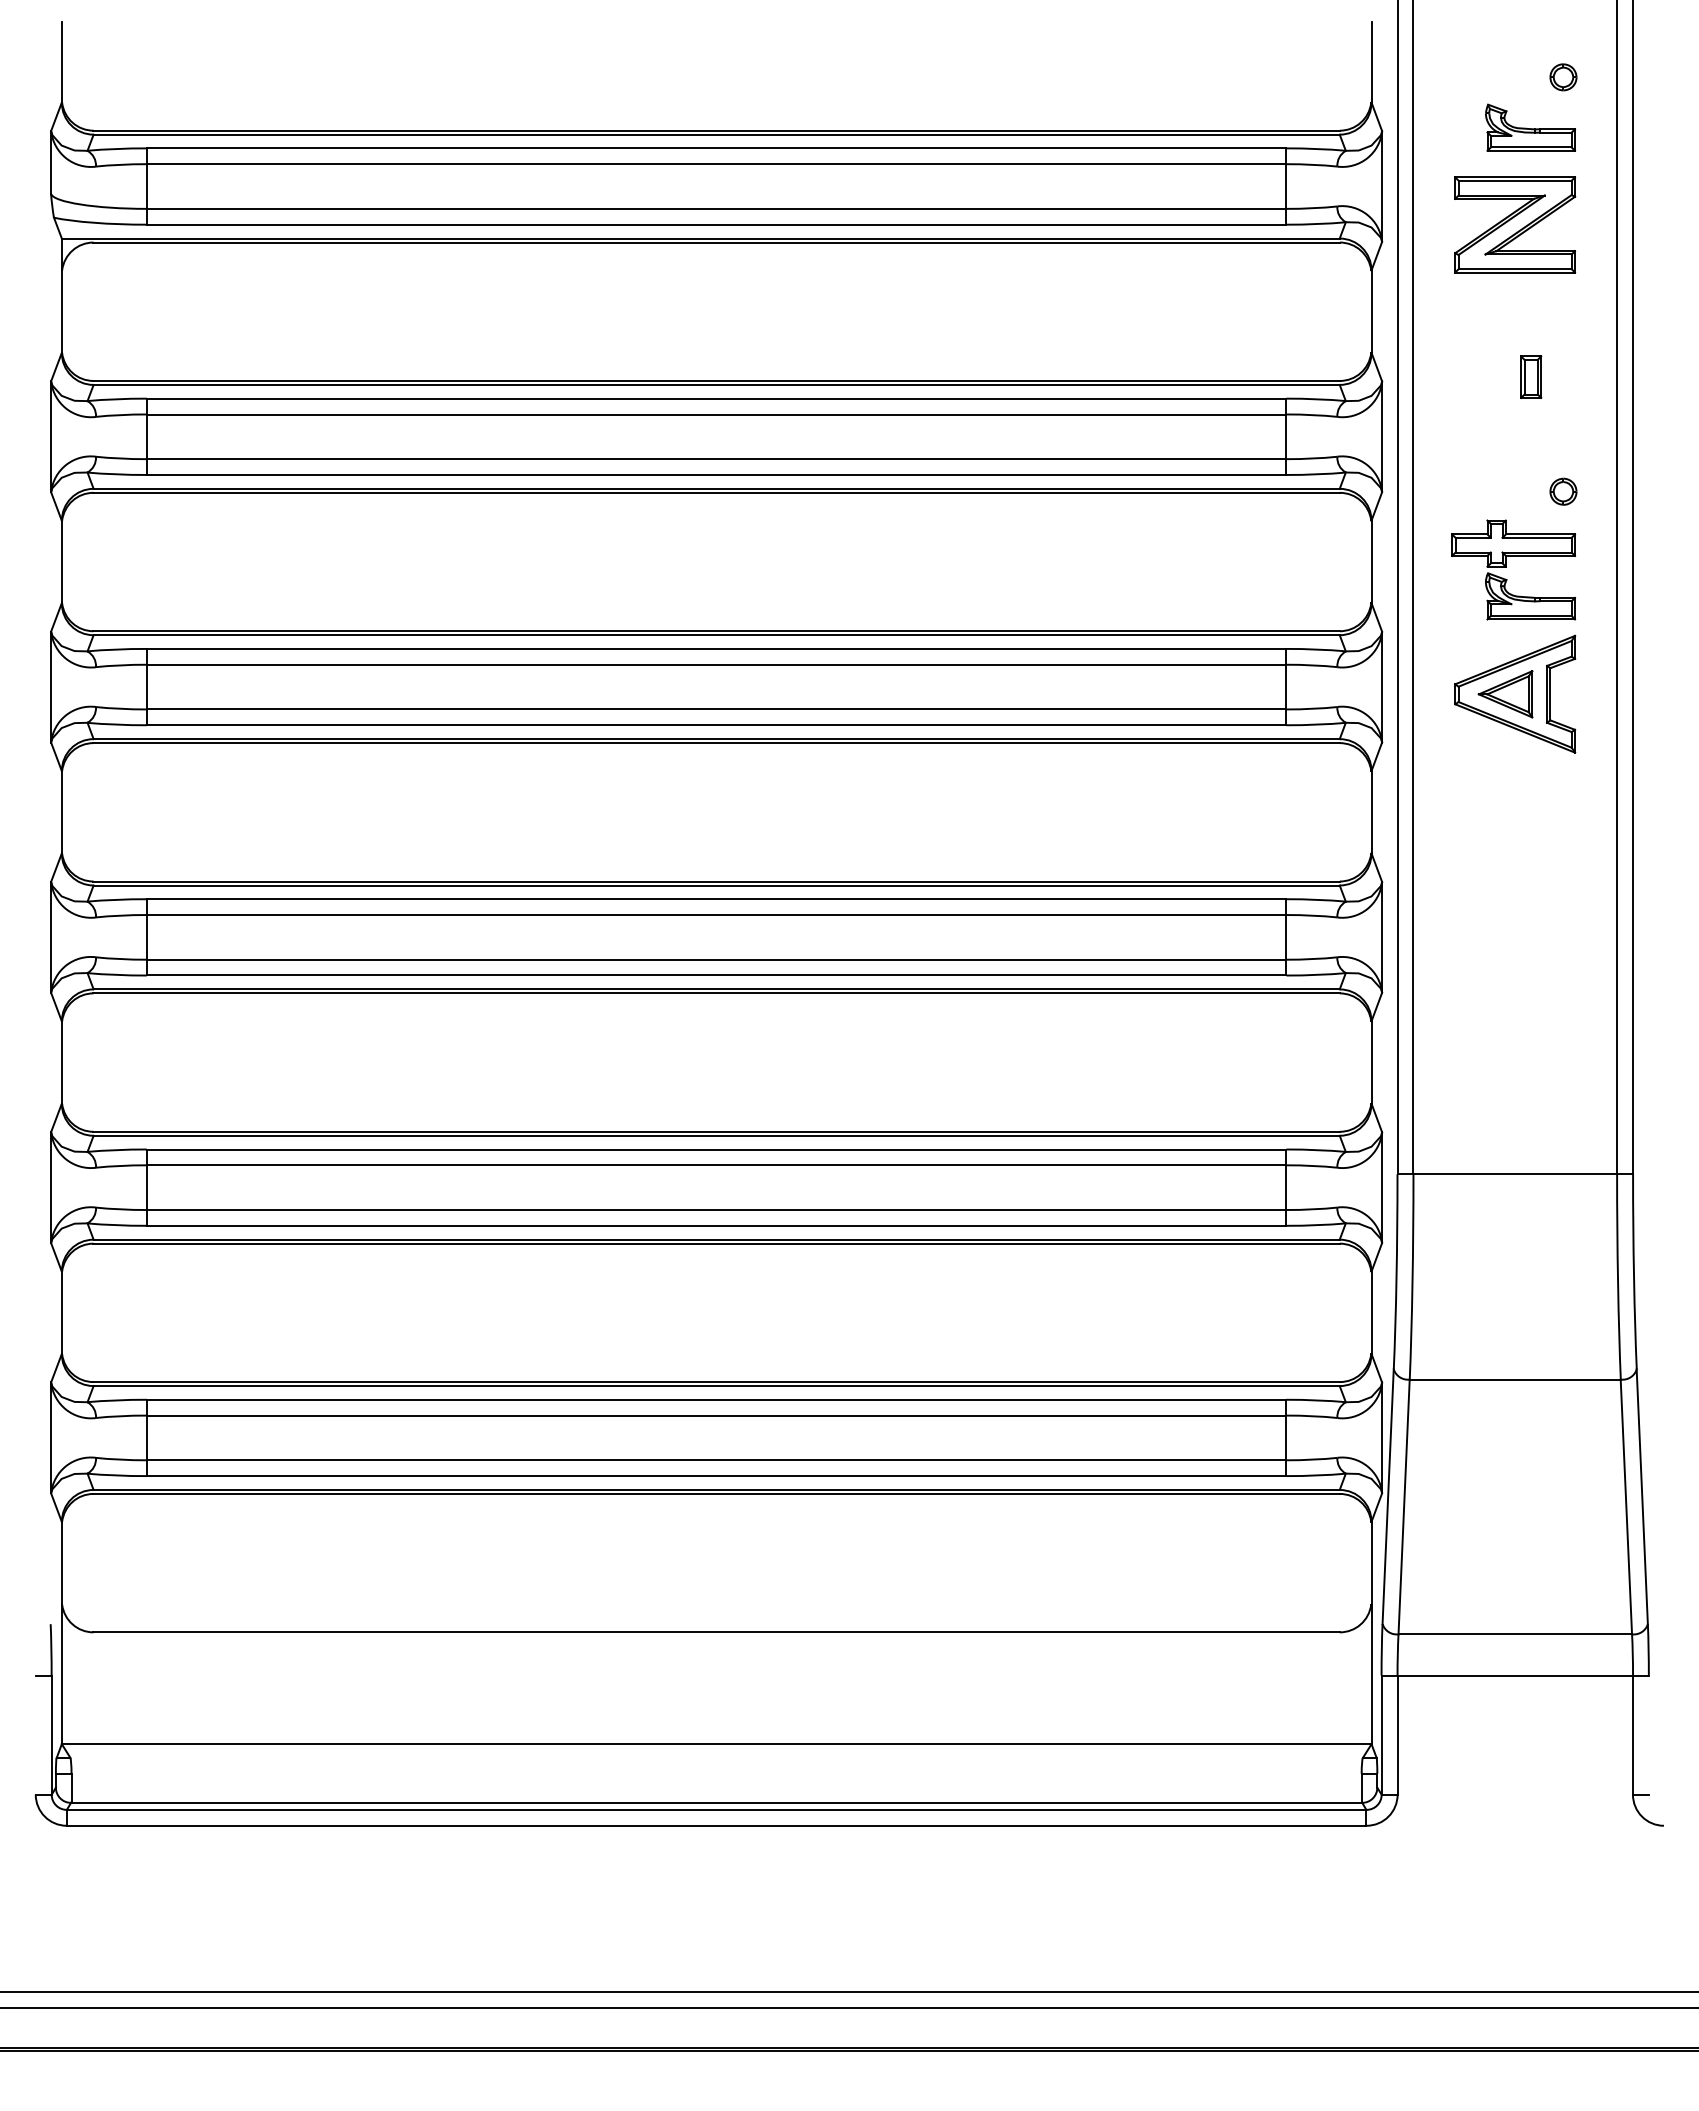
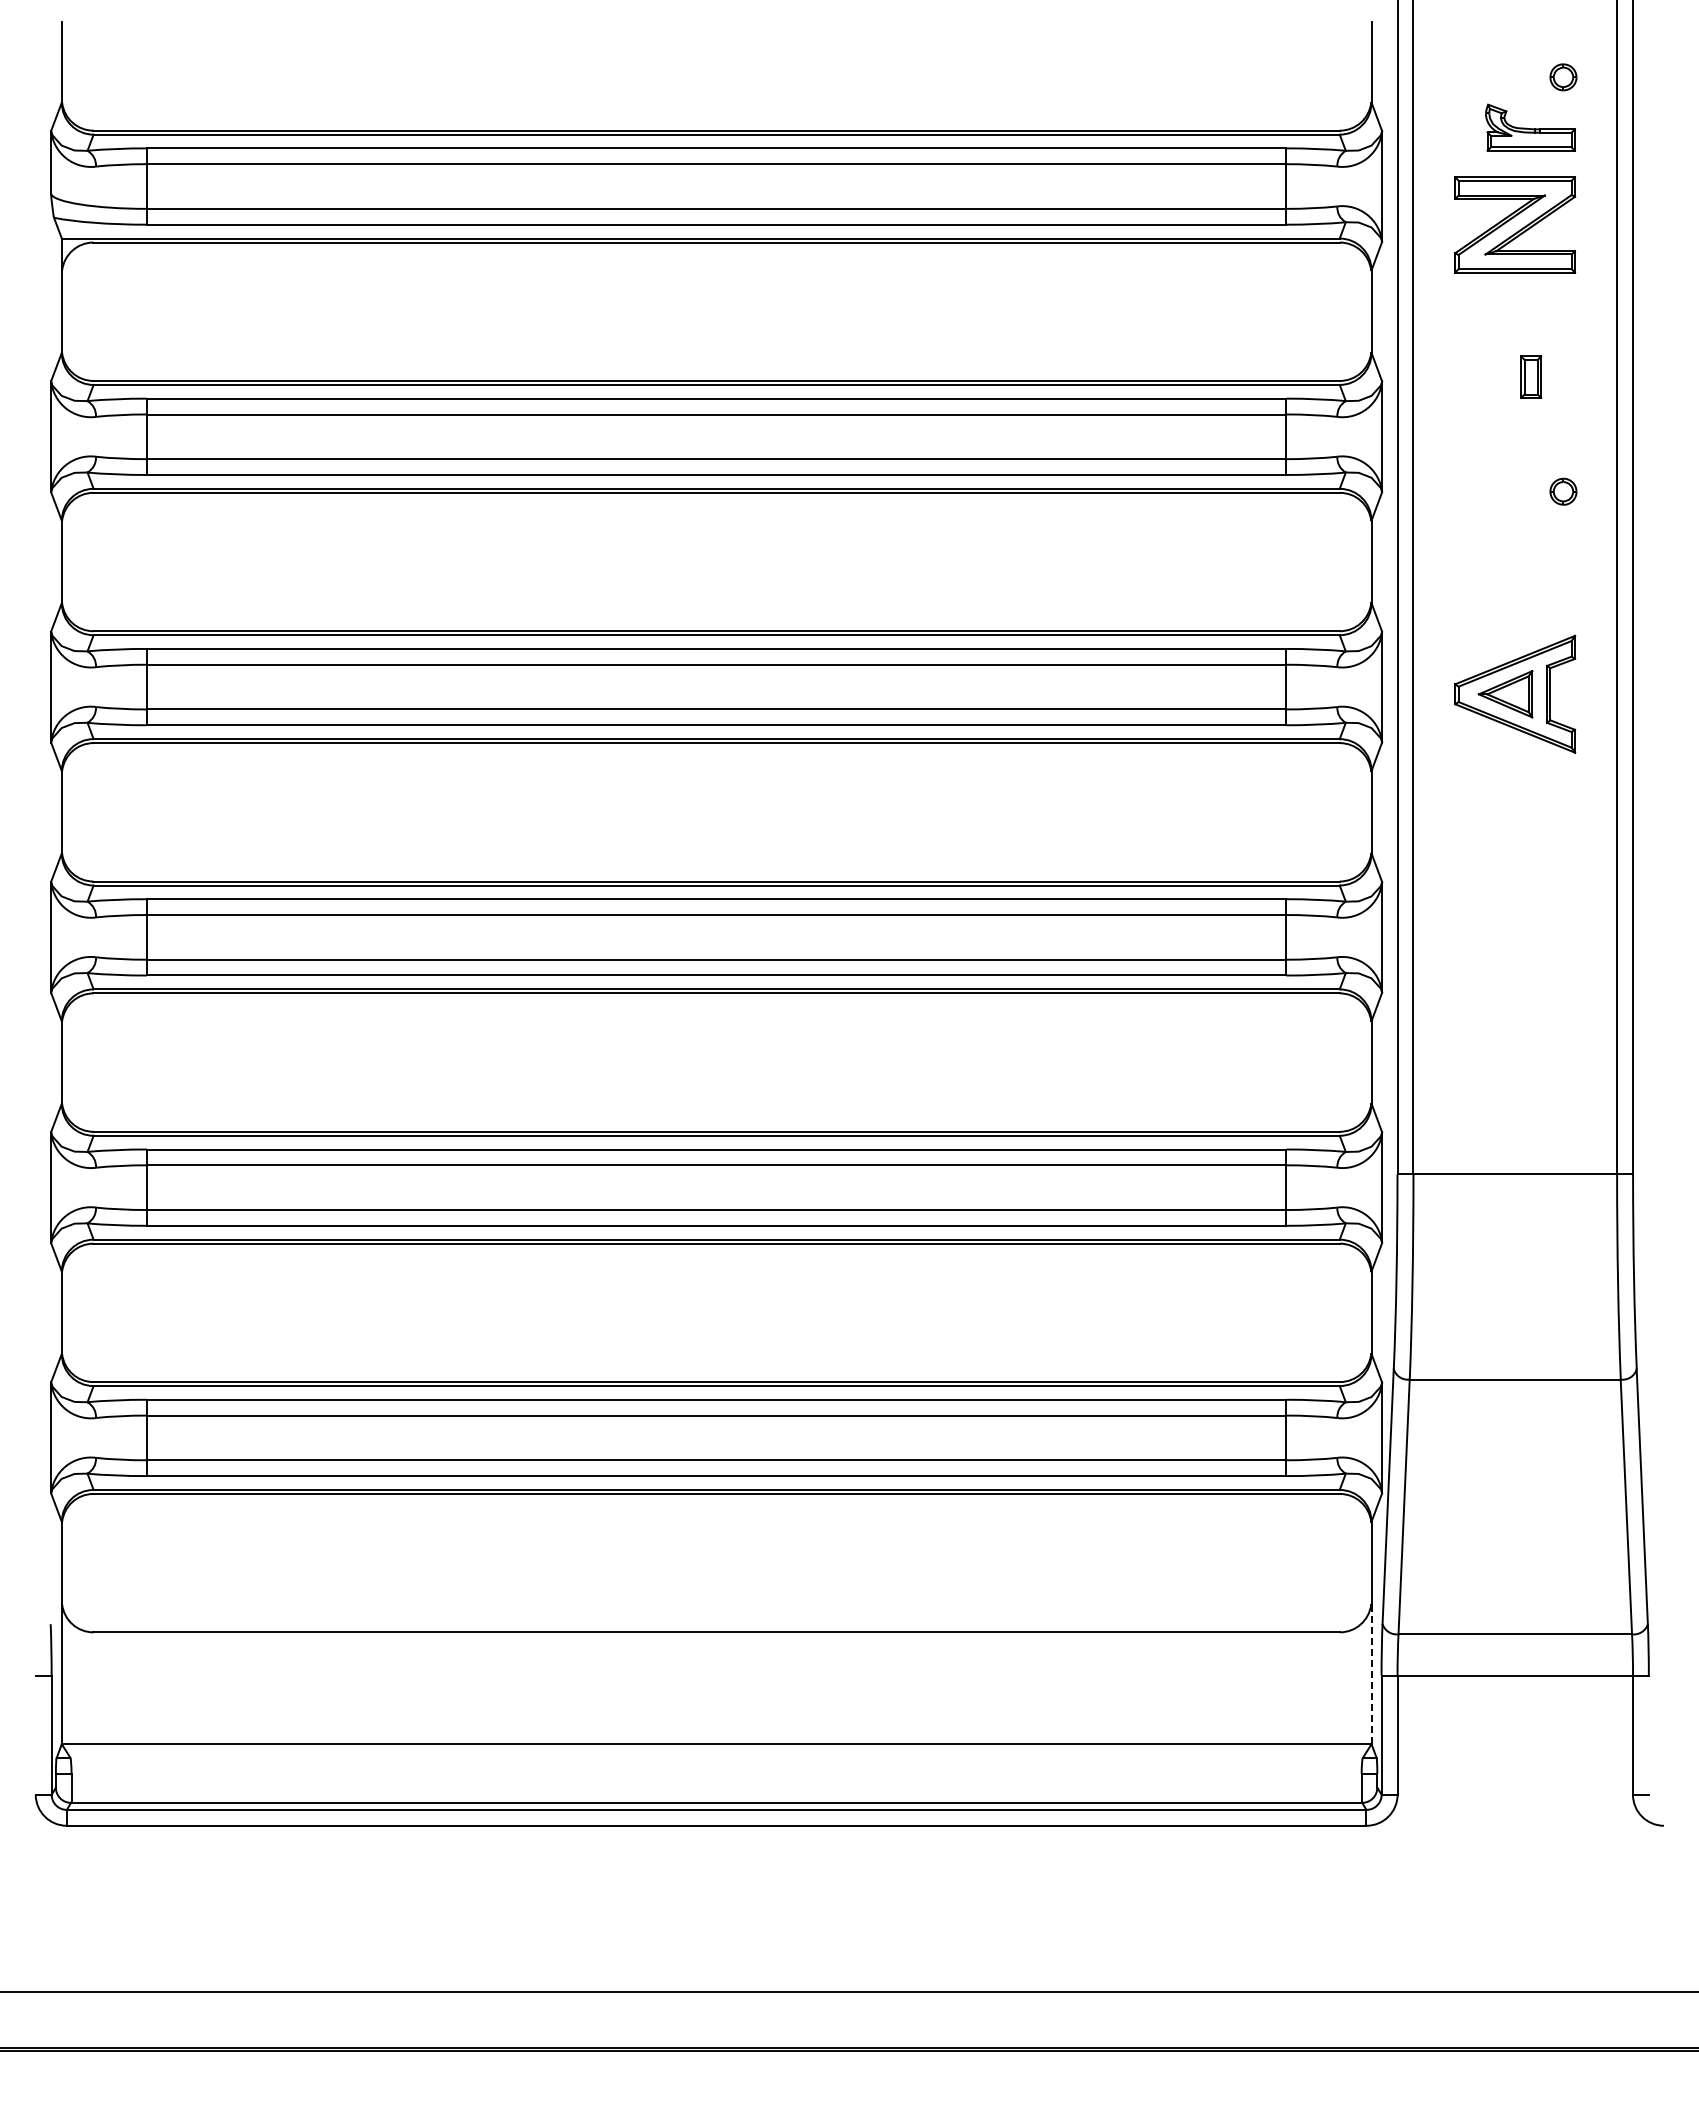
part at (1506, 567): present -> none
line at (1371, 1674): solid -> dashed
line at (848, 2007): present -> none
